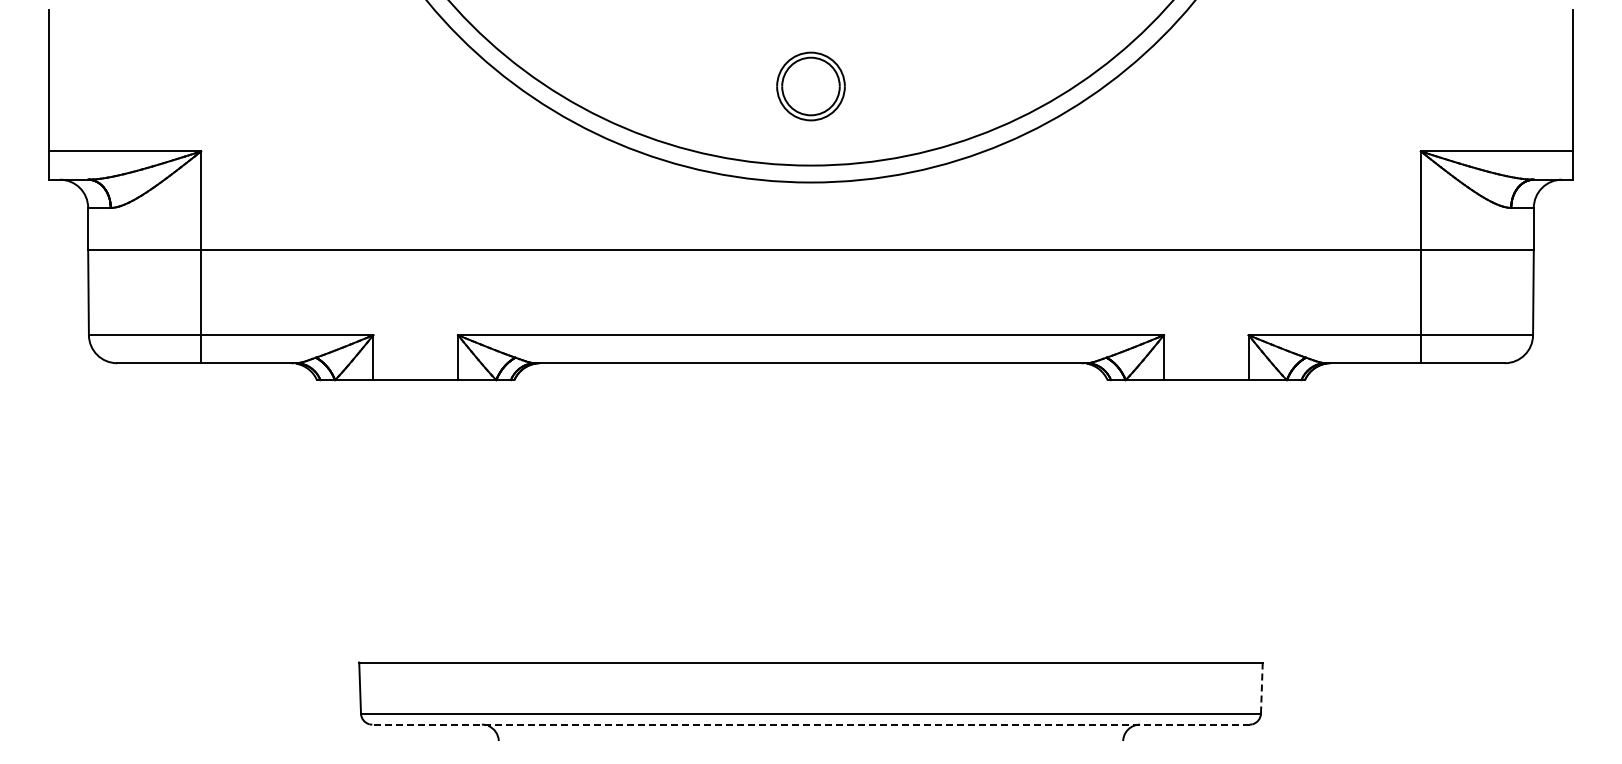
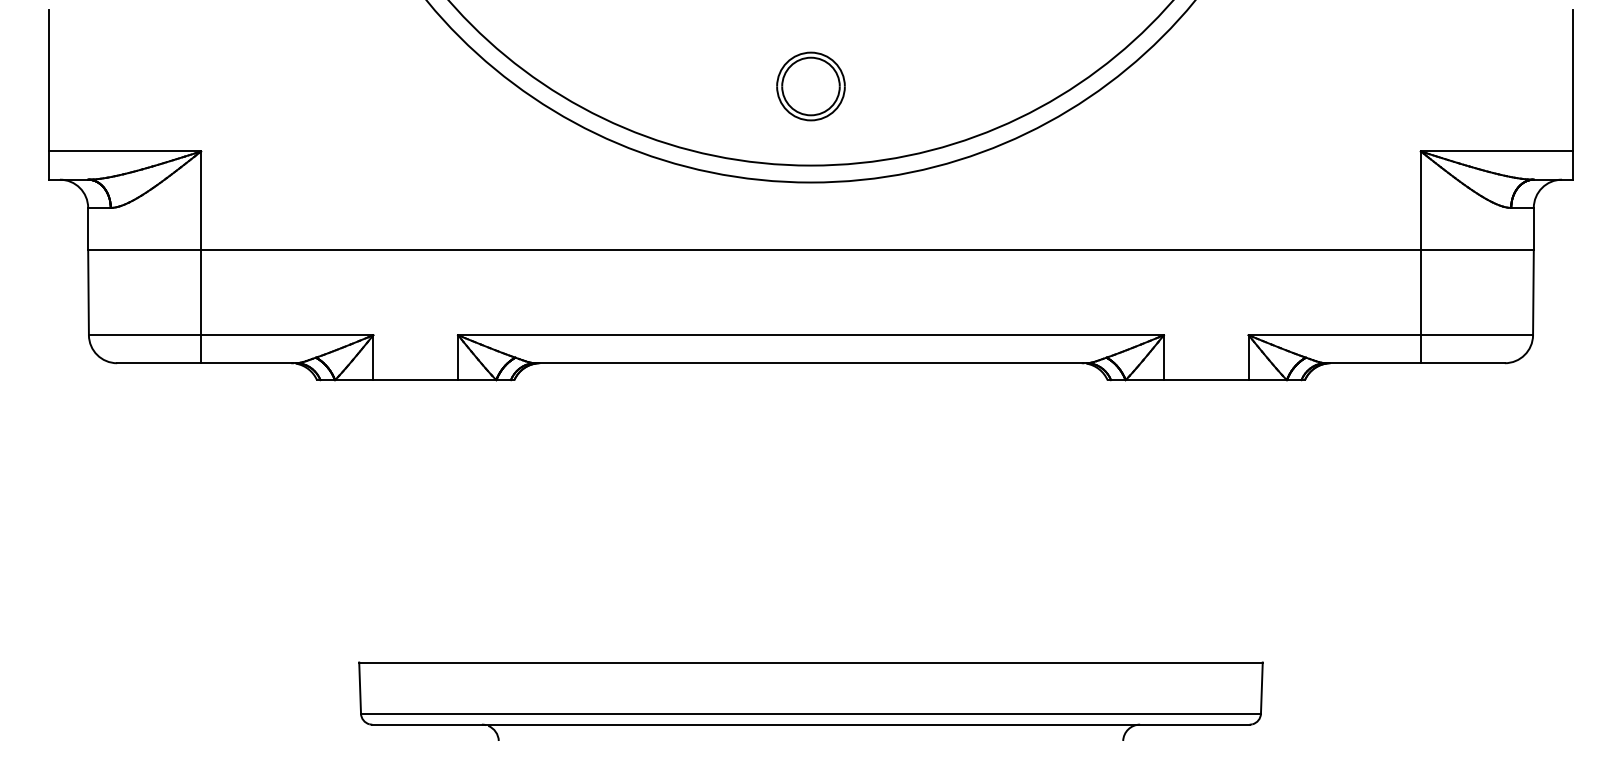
line at (1261, 688): dashed -> solid
line at (810, 724): dashed -> solid
